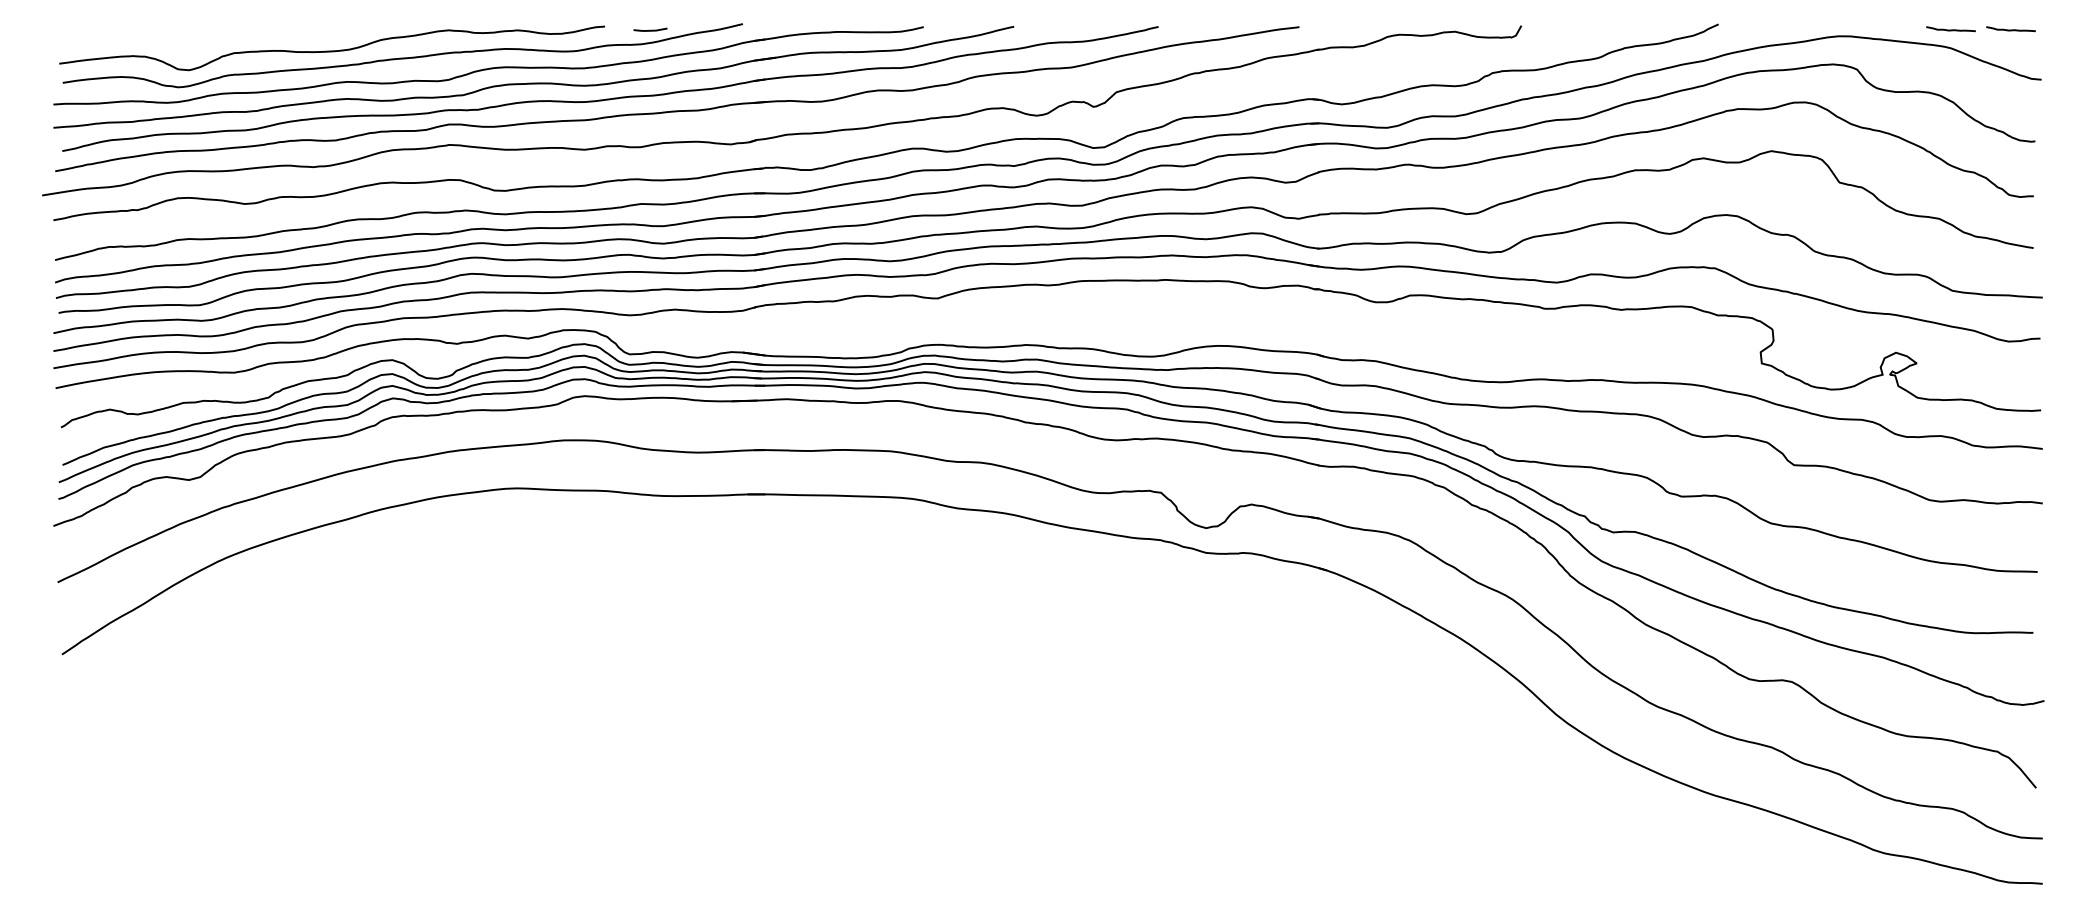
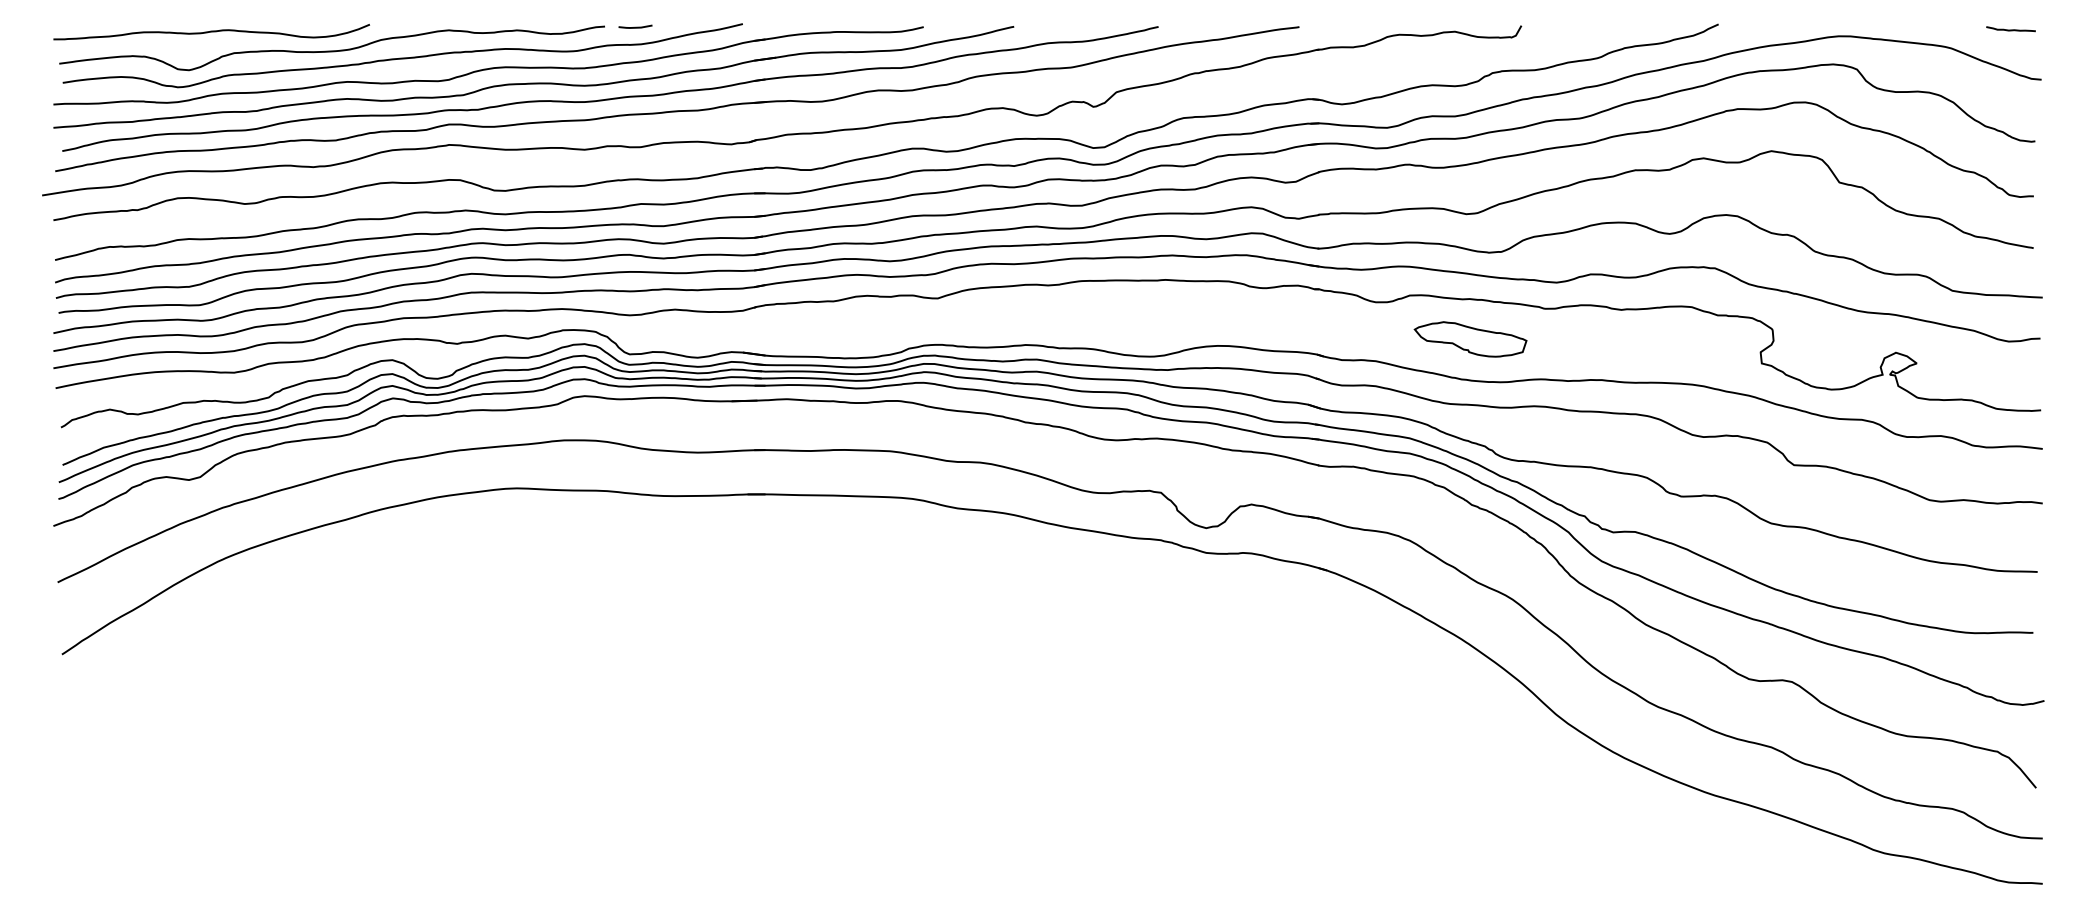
line at (650, 29) position: (650, 29) -> (635, 26)
curve at (1950, 29): present -> none
curve at (211, 32): none -> present
part at (1470, 339): none -> present
